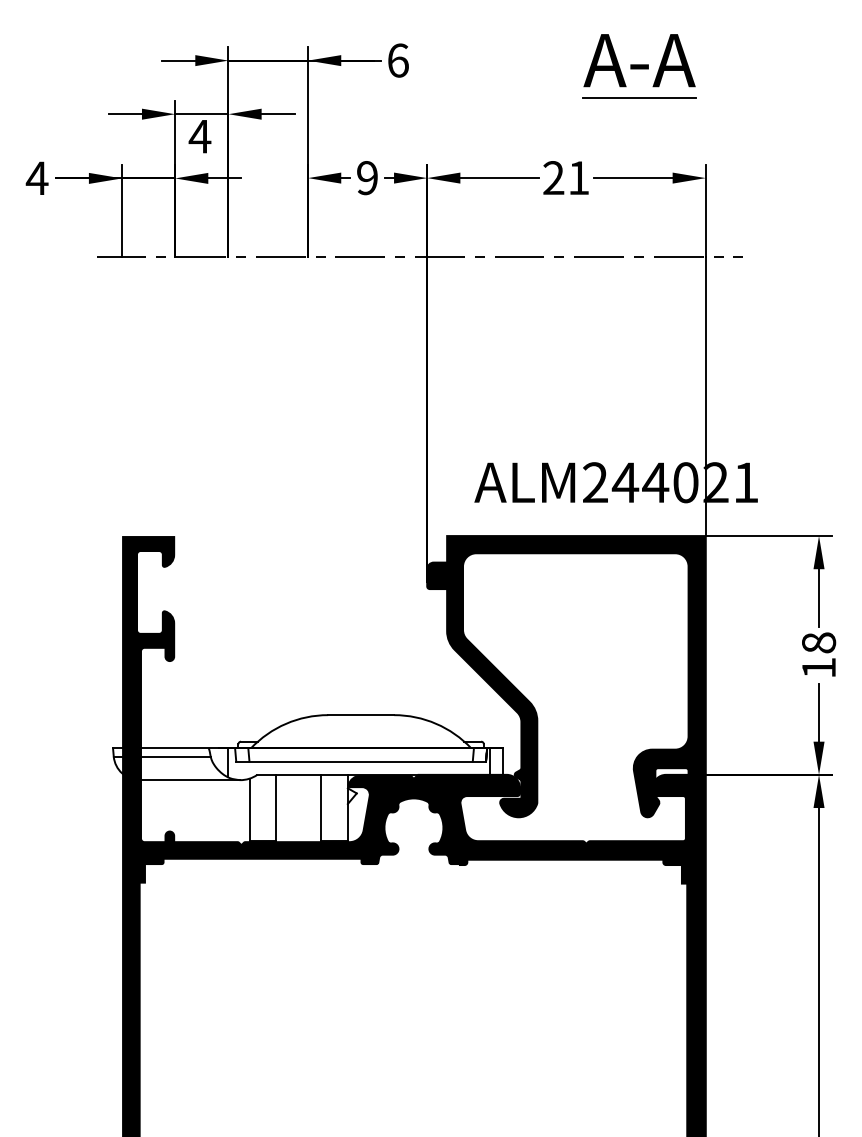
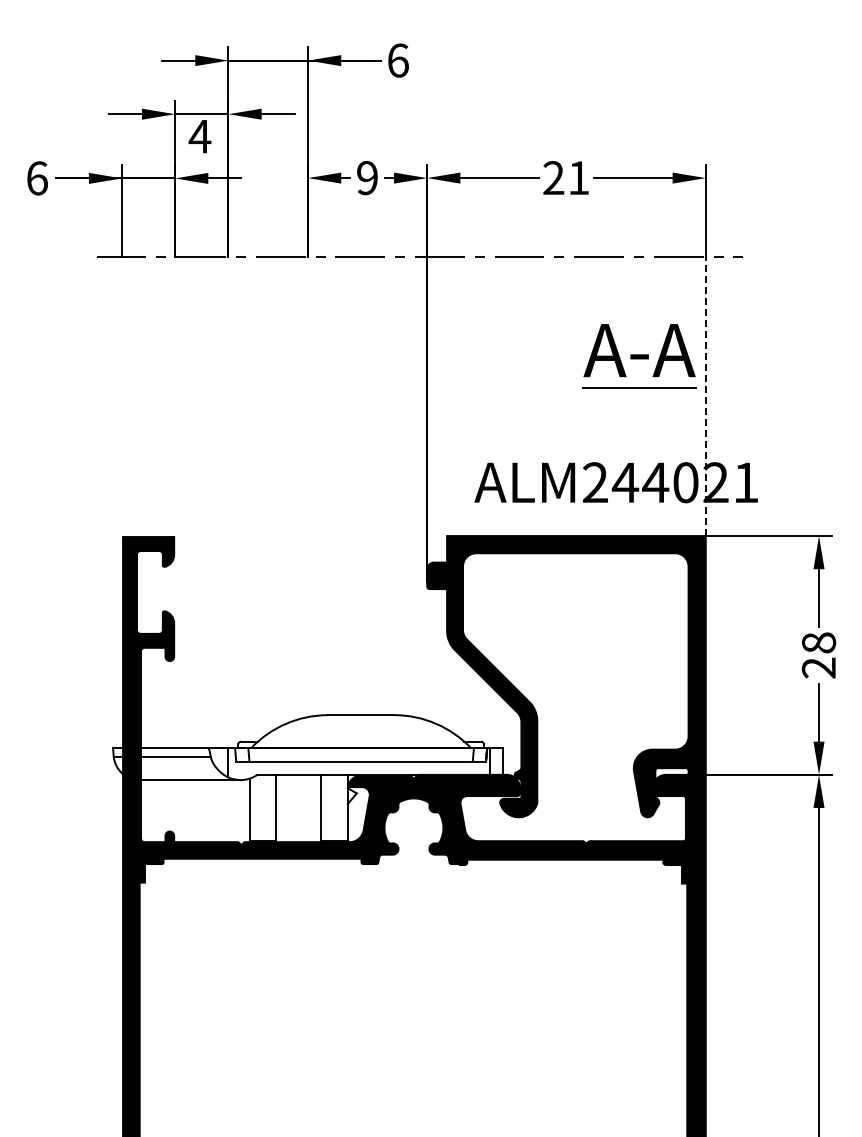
part at (639, 66) position: (639, 66) -> (639, 356)
text at (36, 178): 4 -> 6
line at (705, 396): solid -> dashed
text at (818, 667): 18 -> 28
